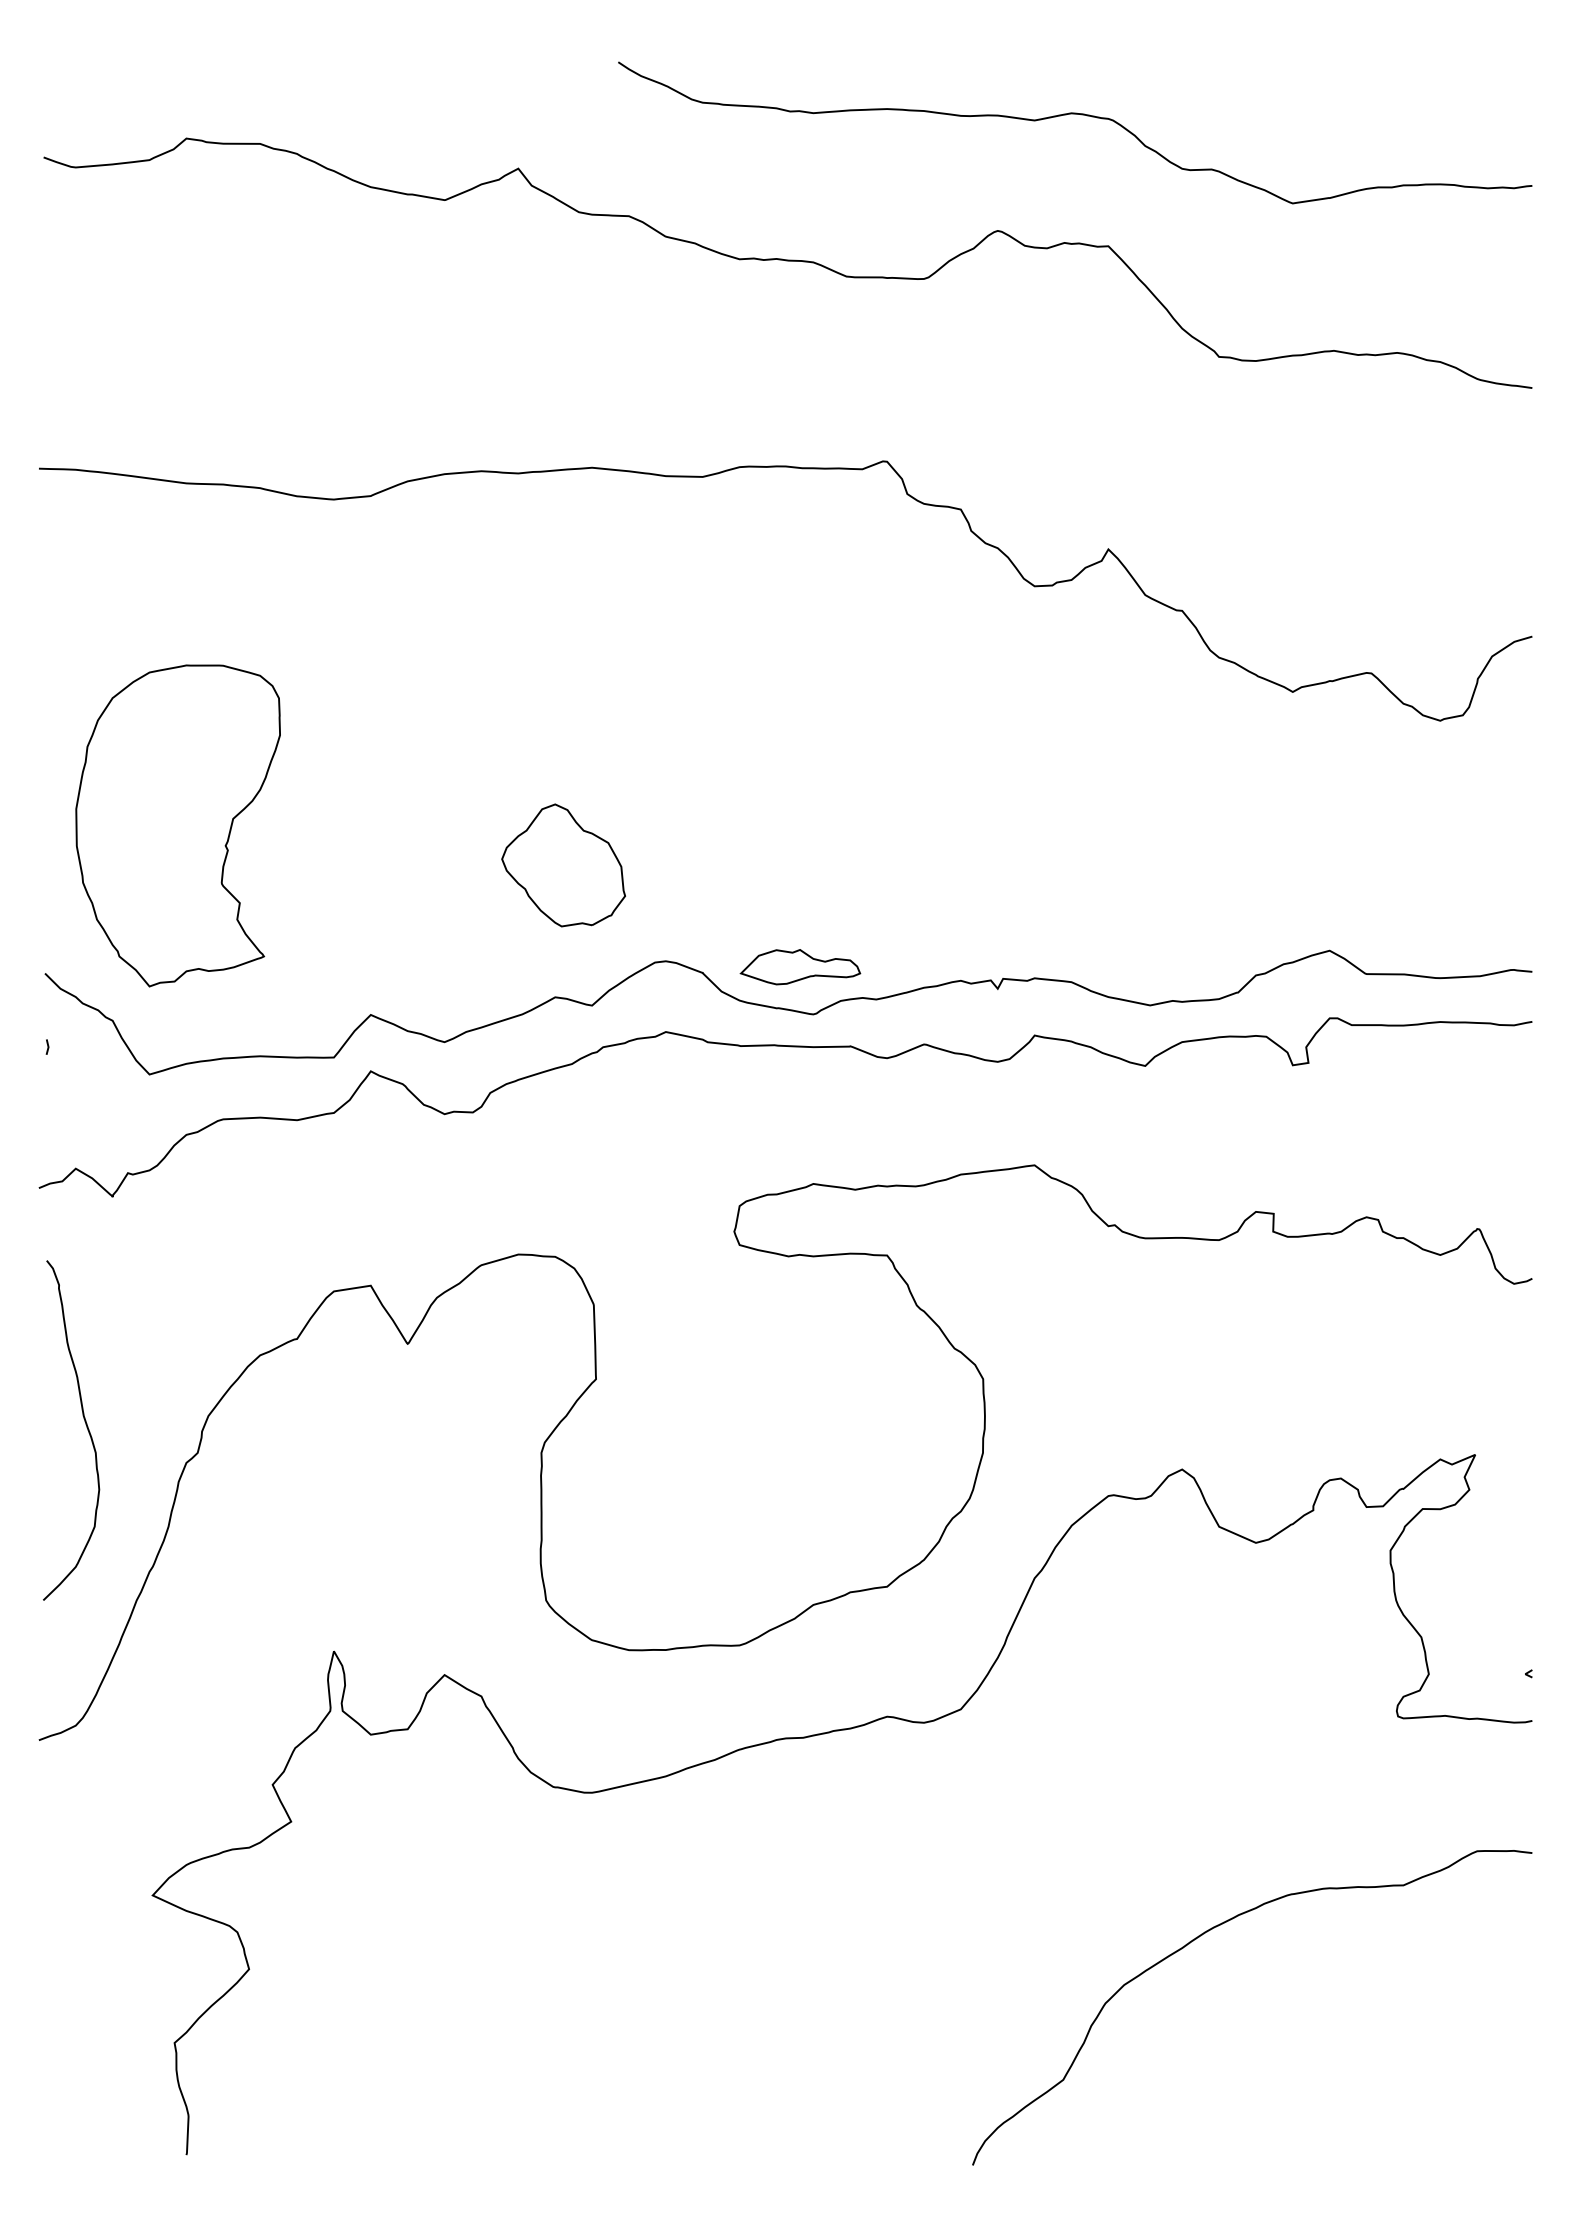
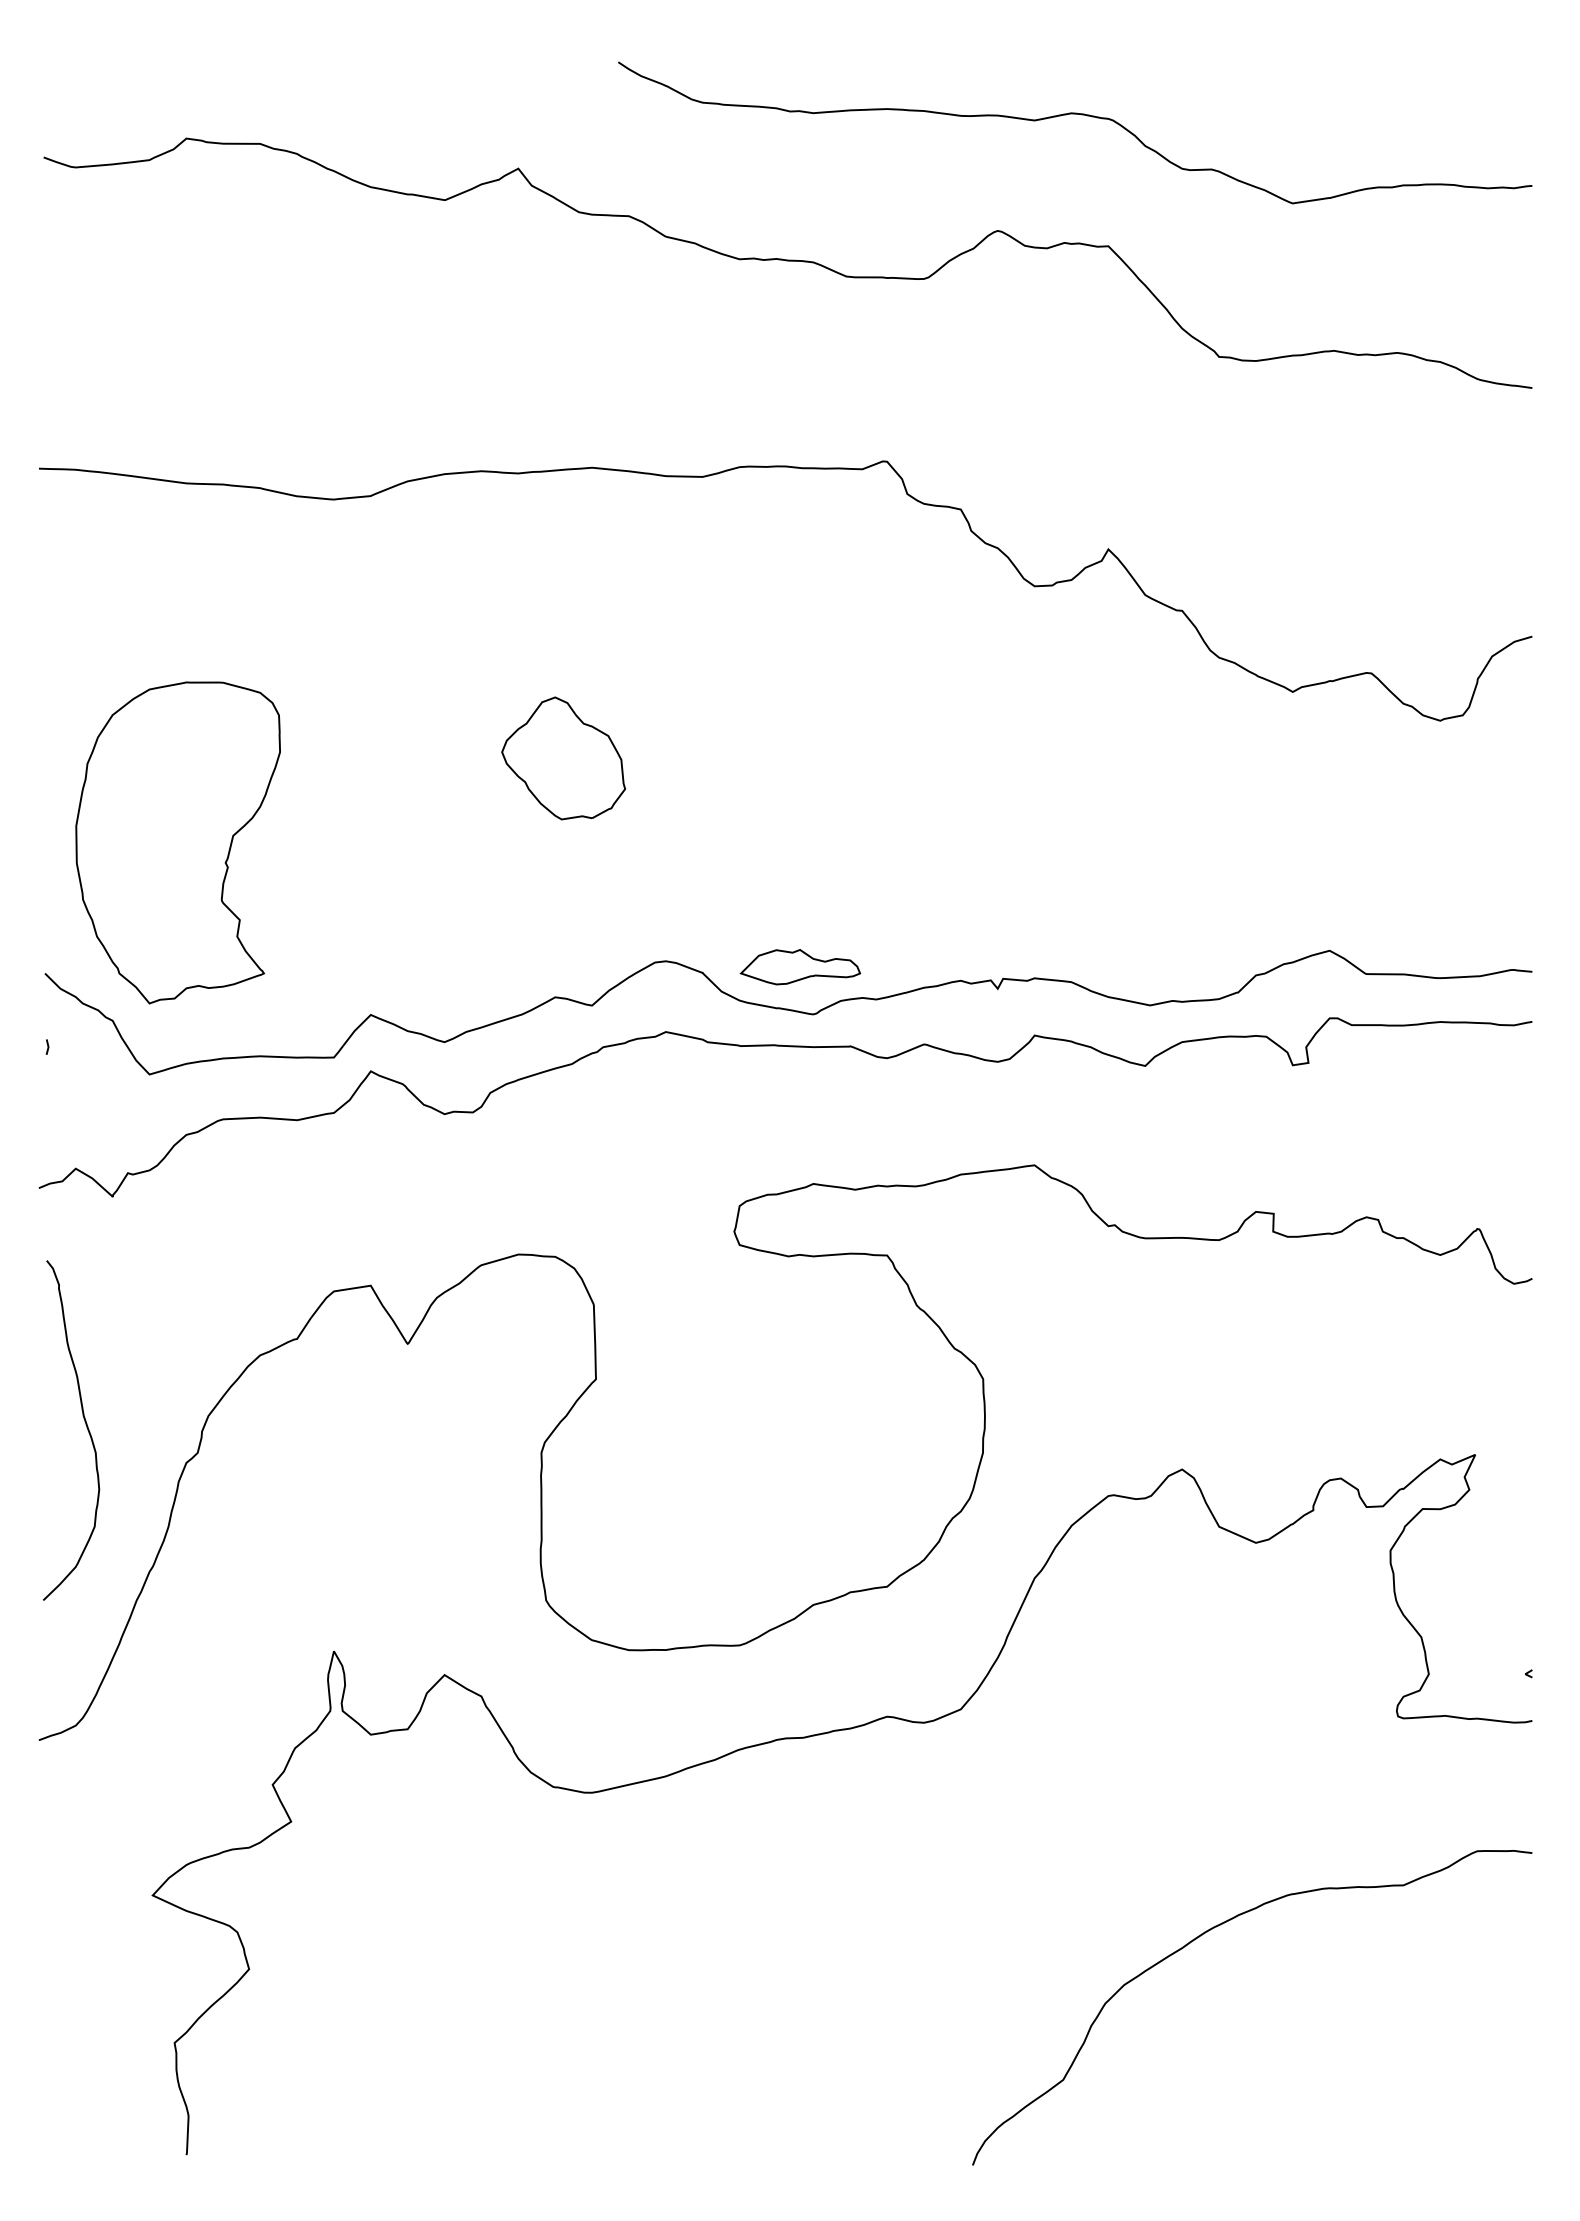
part at (177, 825) position: (177, 825) -> (177, 842)
part at (563, 865) position: (563, 865) -> (563, 758)
